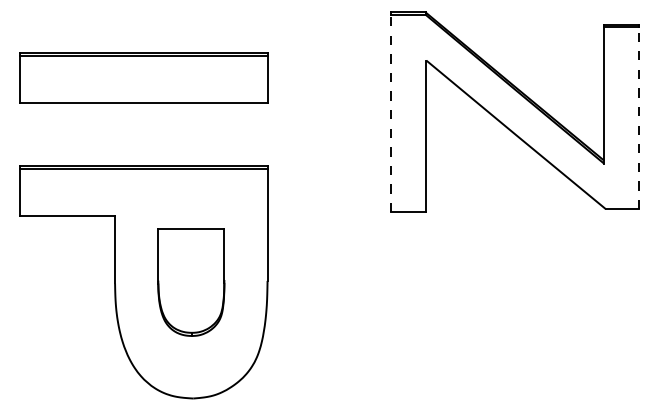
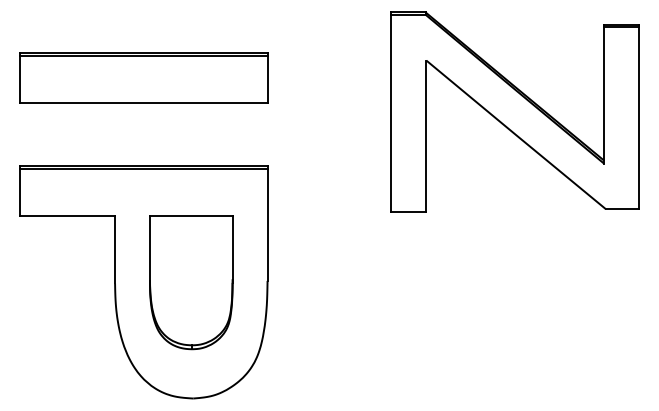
line at (391, 113): dashed -> solid
line at (639, 118): dashed -> solid
part at (191, 282) size: 69x109 px -> 85x136 px
